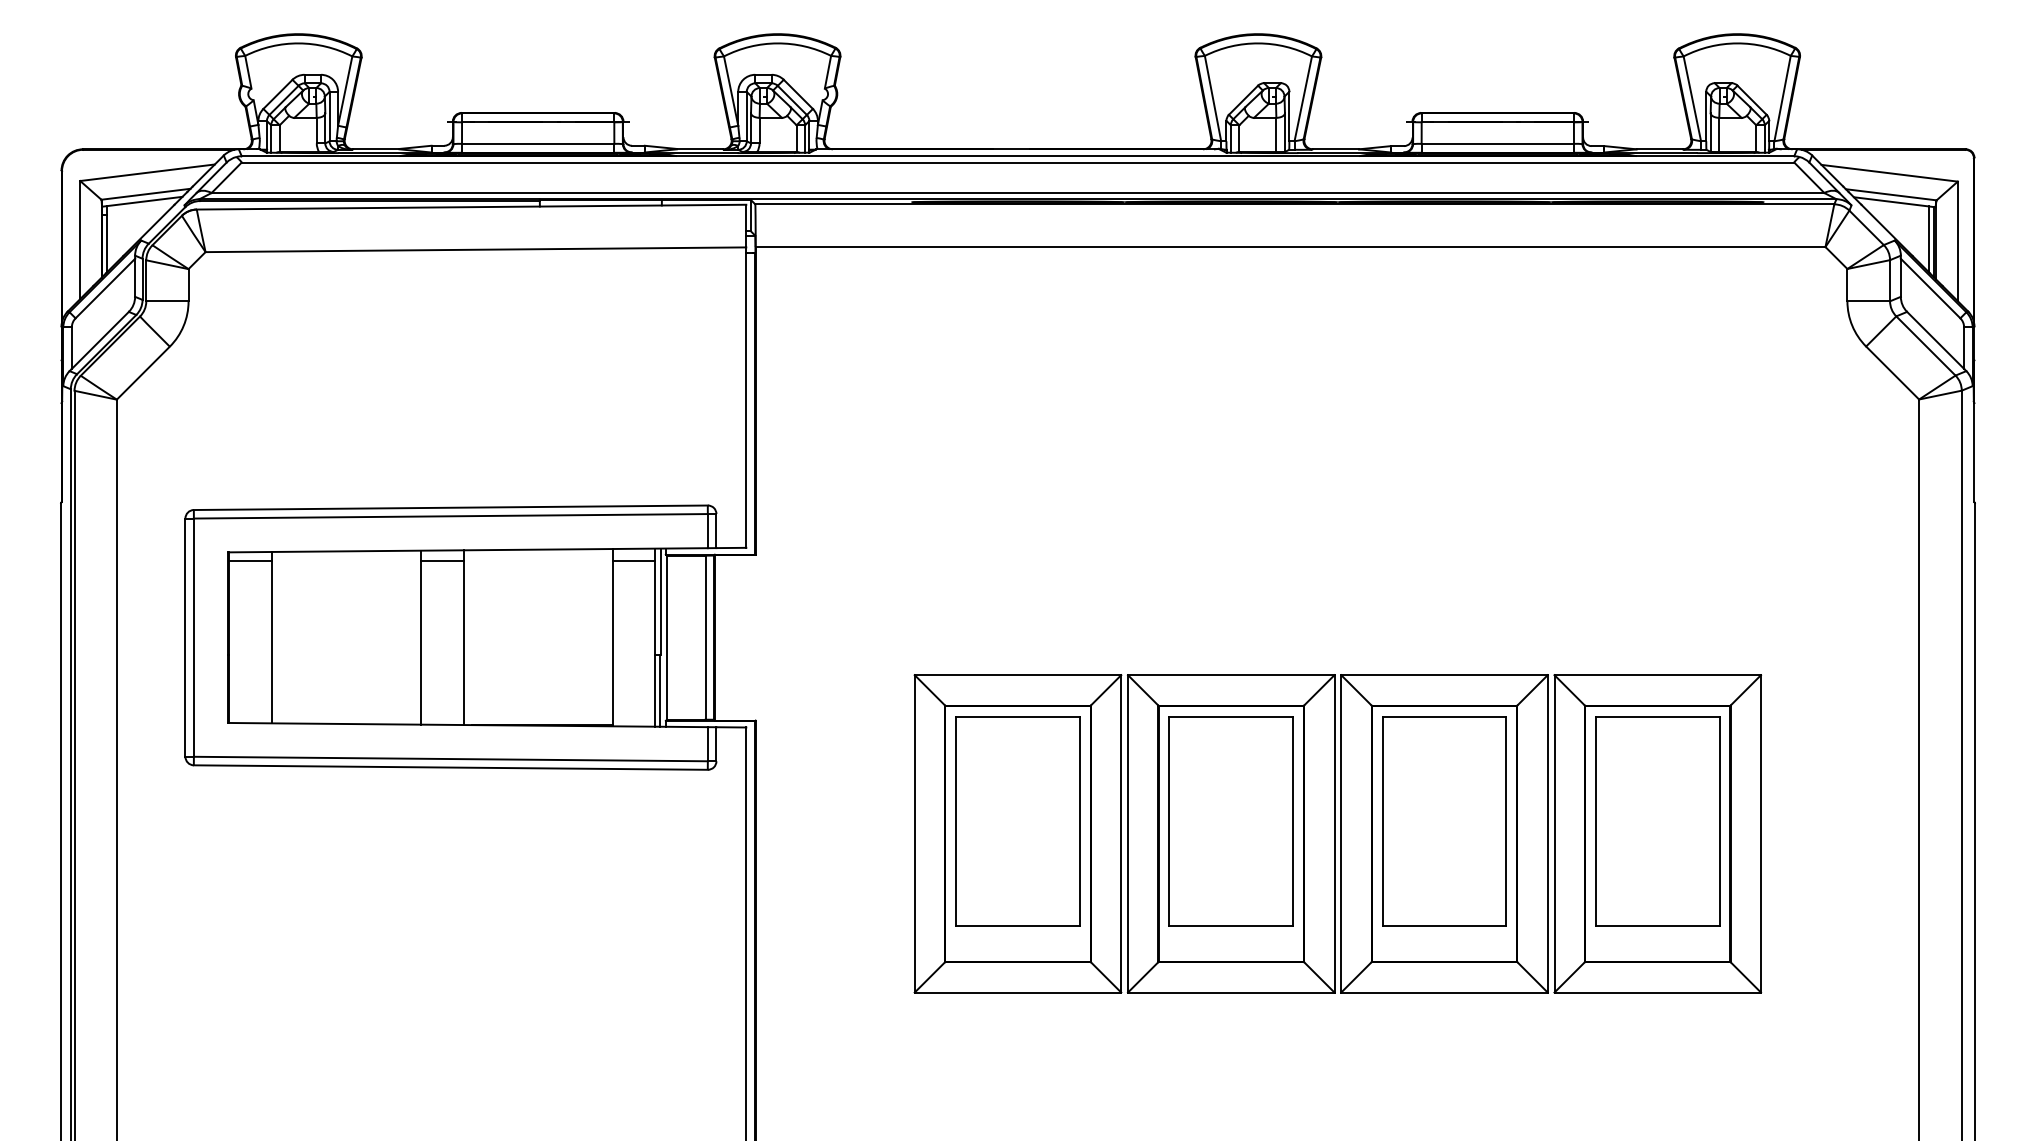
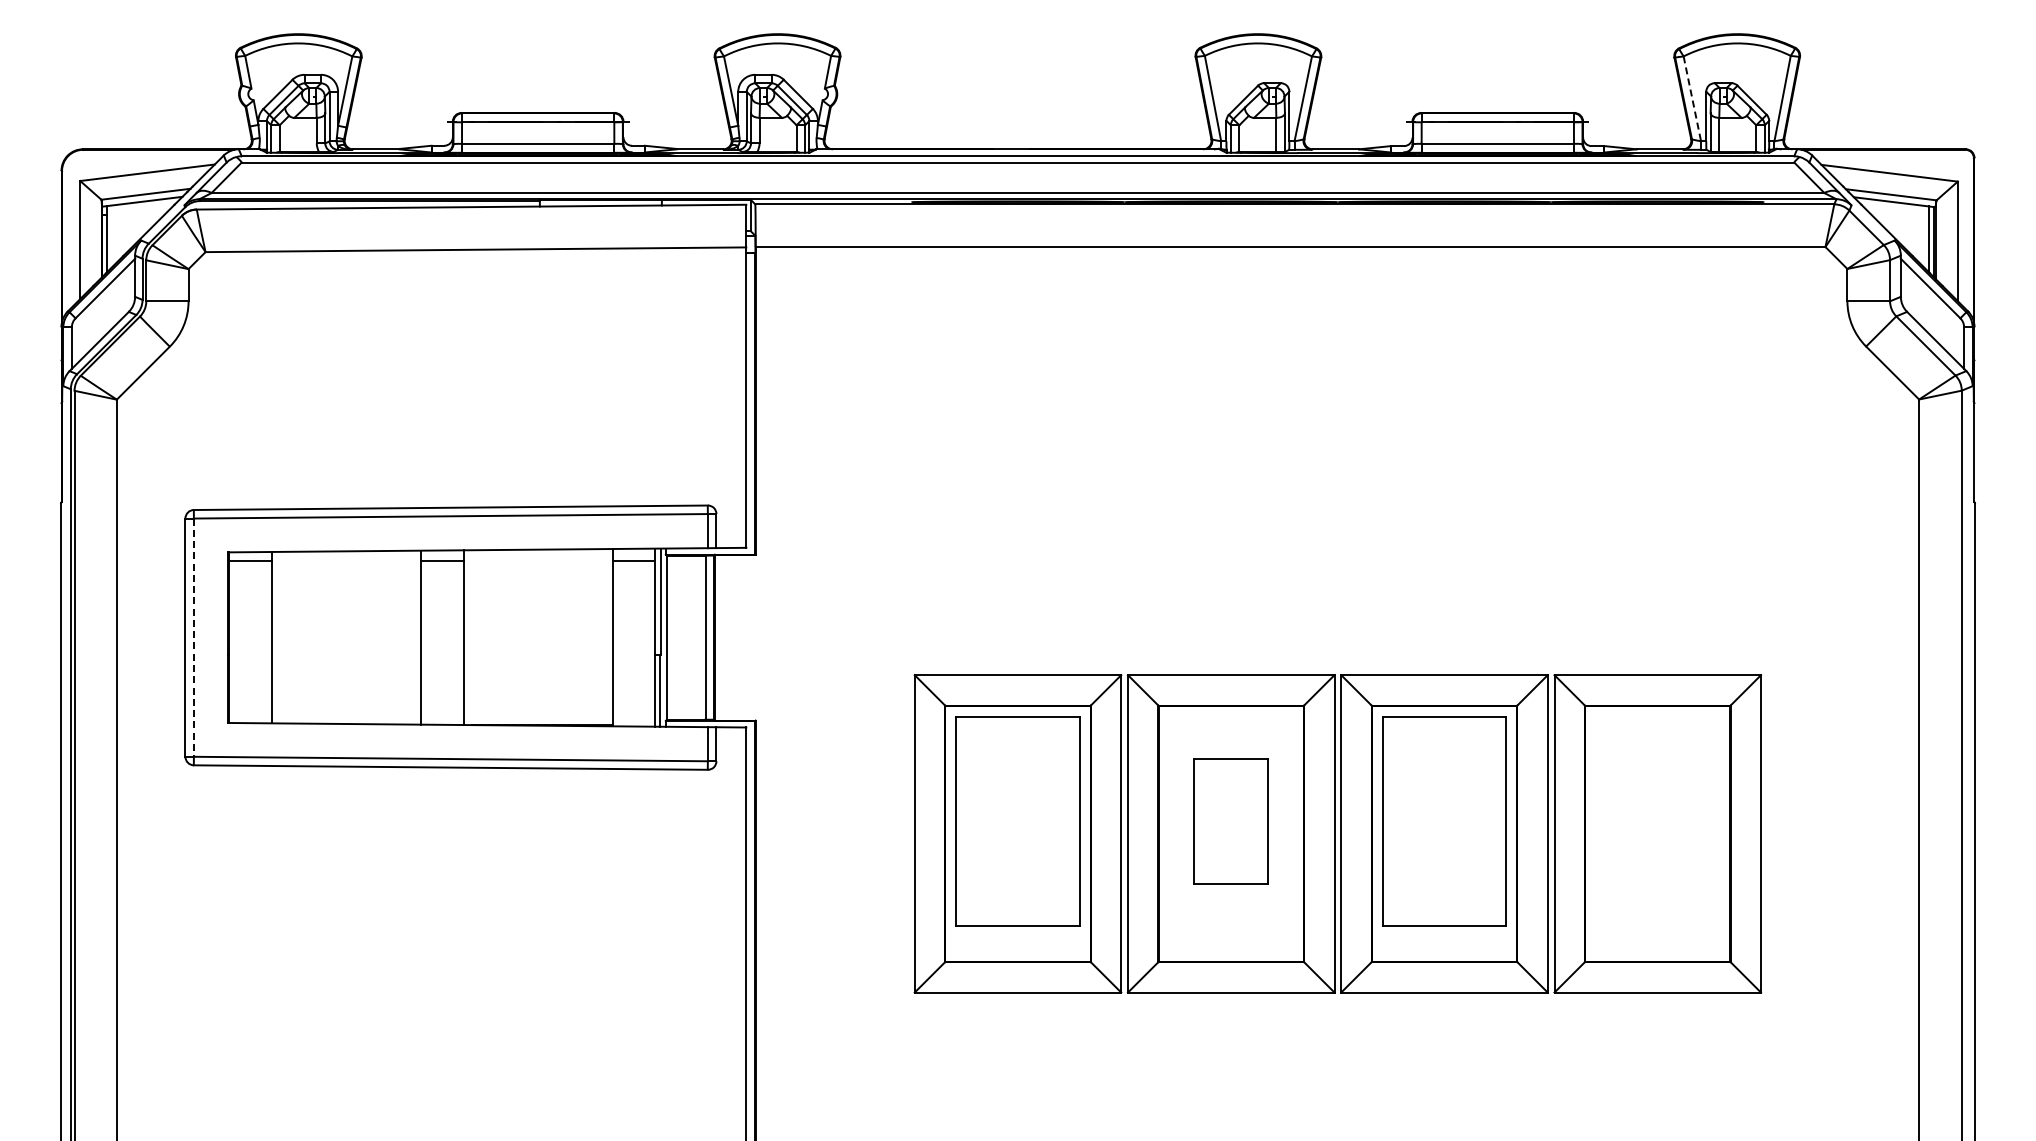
line at (1692, 99): solid -> dashed
line at (193, 638): solid -> dashed
part at (1230, 821) size: 126x211 px -> 76x127 px
part at (1657, 821): present -> none
